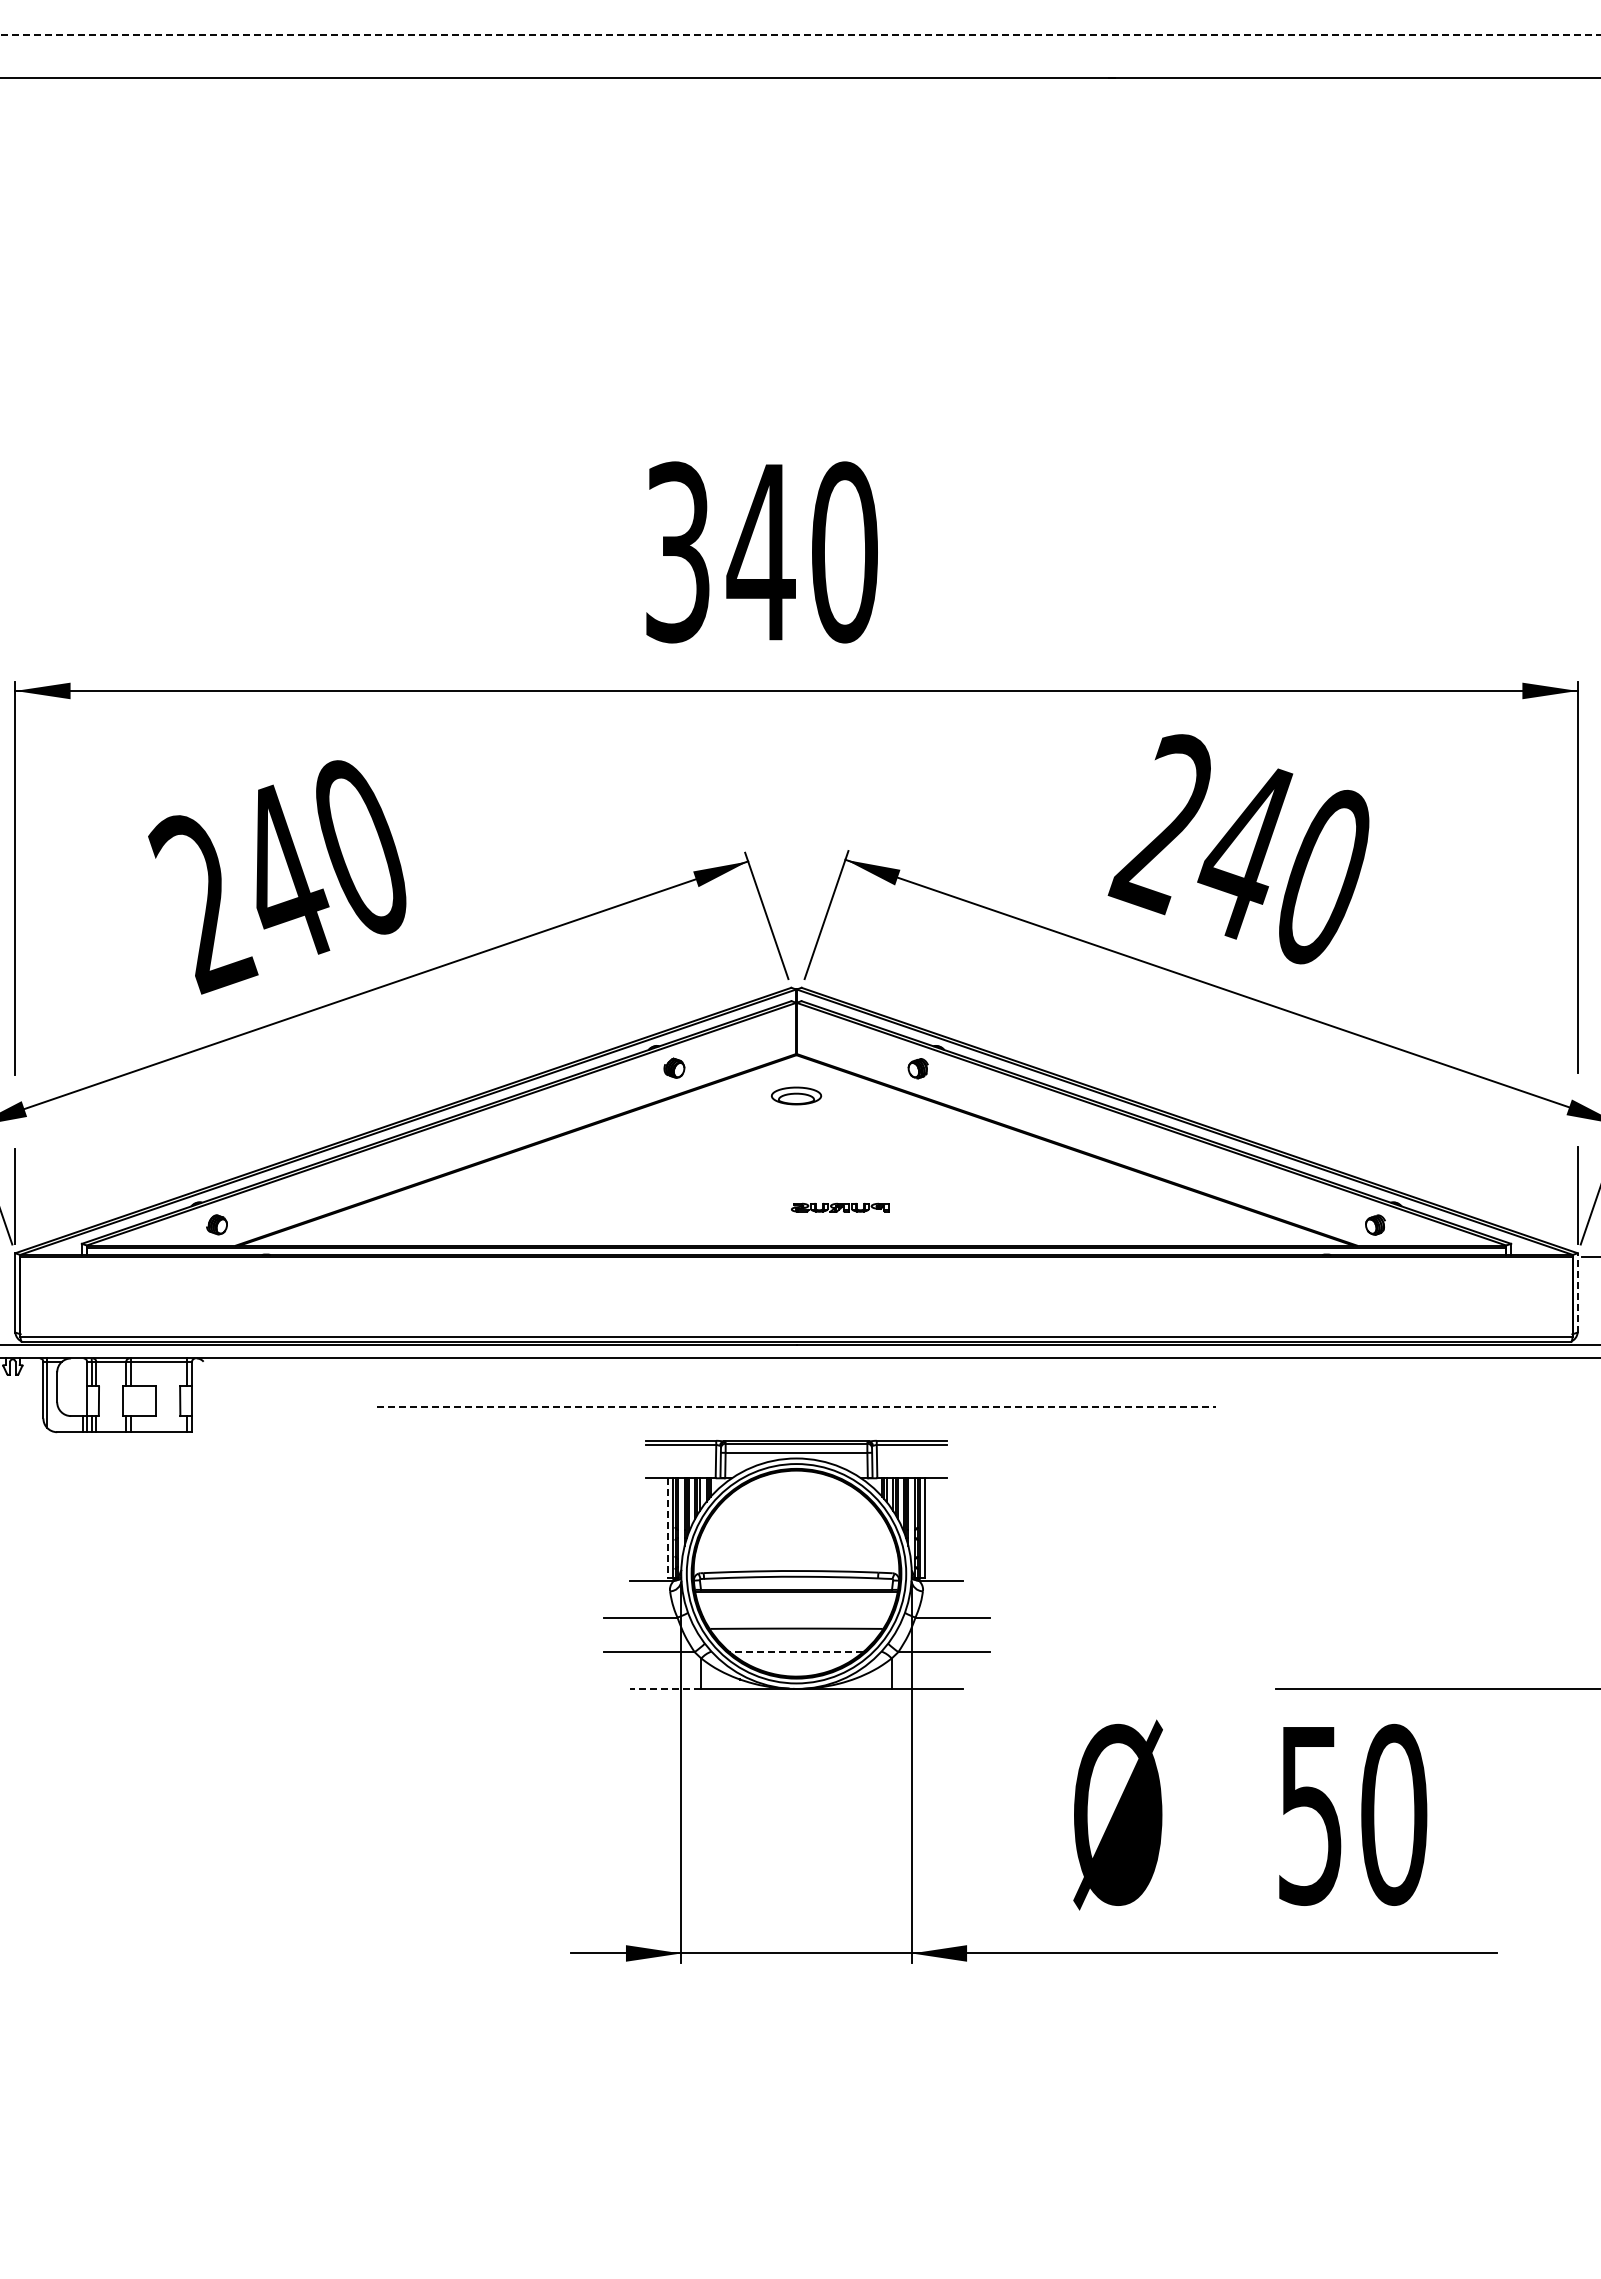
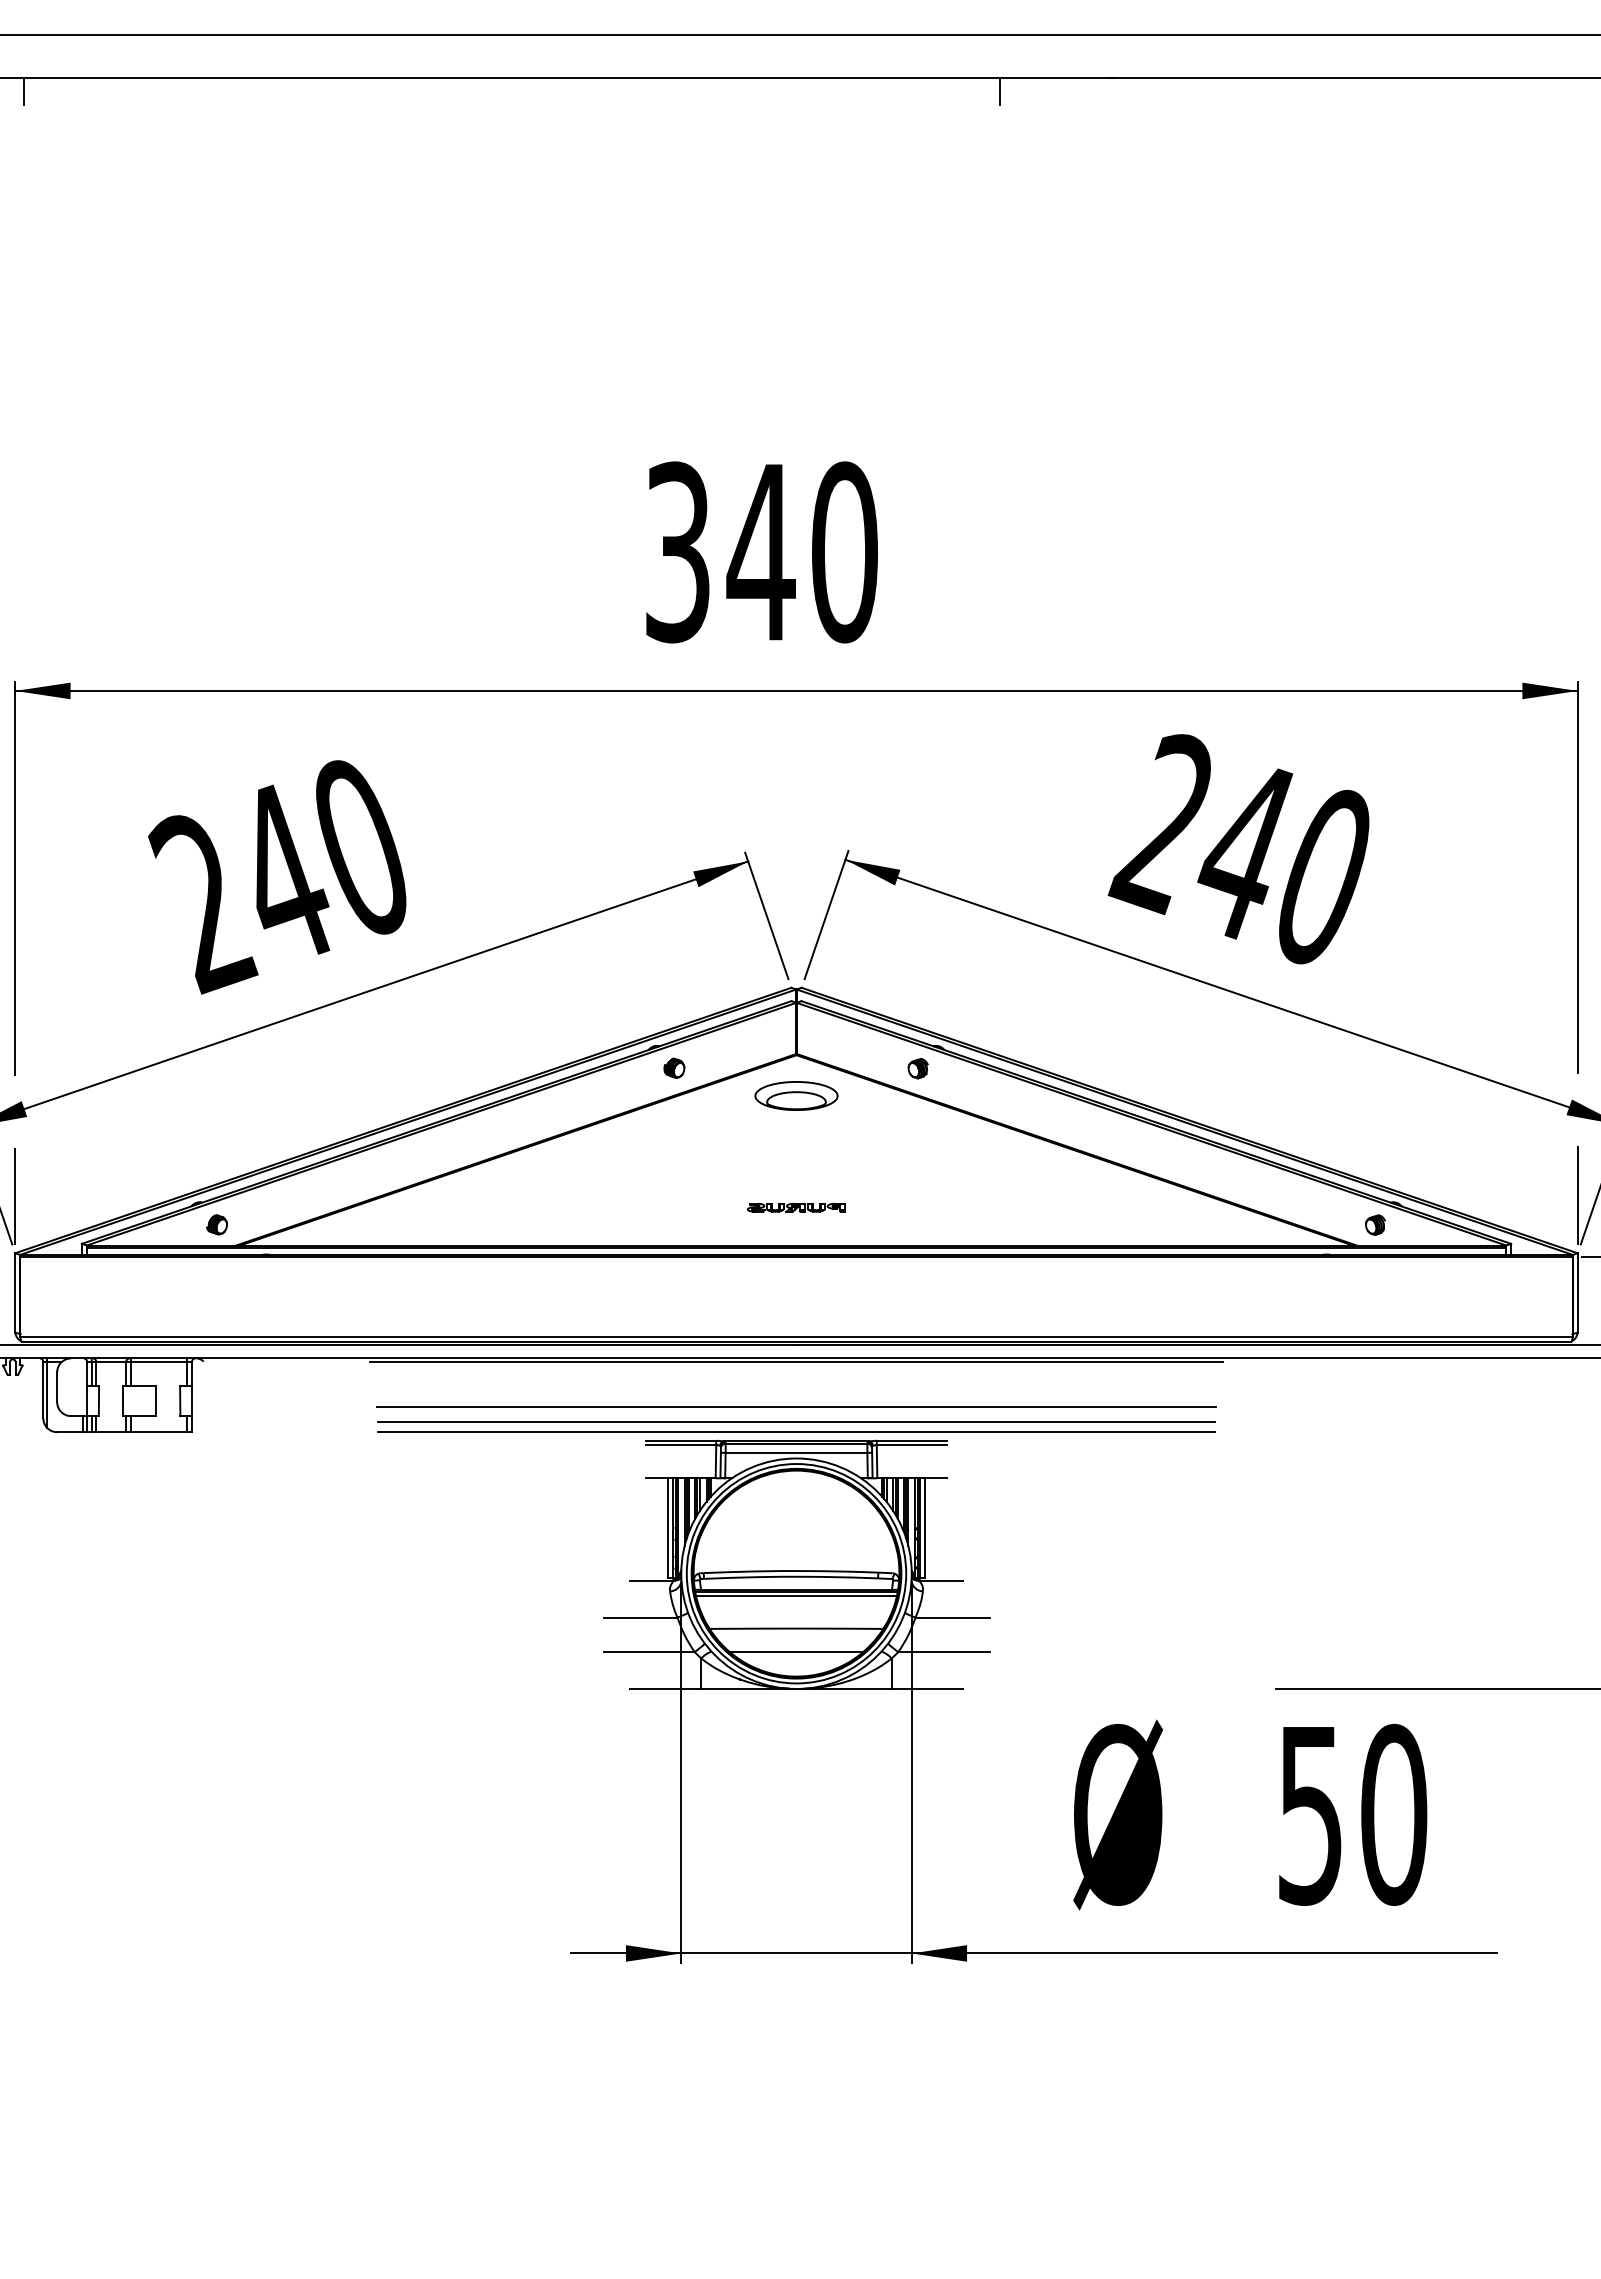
line at (800, 35): dashed -> solid
line at (24, 90): none -> present
line at (1000, 90): none -> present
part at (796, 1095) size: 52x20 px -> 85x30 px
part at (840, 1207) position: (840, 1207) -> (796, 1207)
line at (1577, 1292): dashed -> solid
line at (796, 1361): none -> present
line at (796, 1407): dashed -> solid
line at (796, 1422): none -> present
line at (796, 1432): none -> present
line at (667, 1528): dashed -> solid
line at (796, 1595): none -> present
line at (796, 1652): dashed -> solid
line at (665, 1688): dashed -> solid
